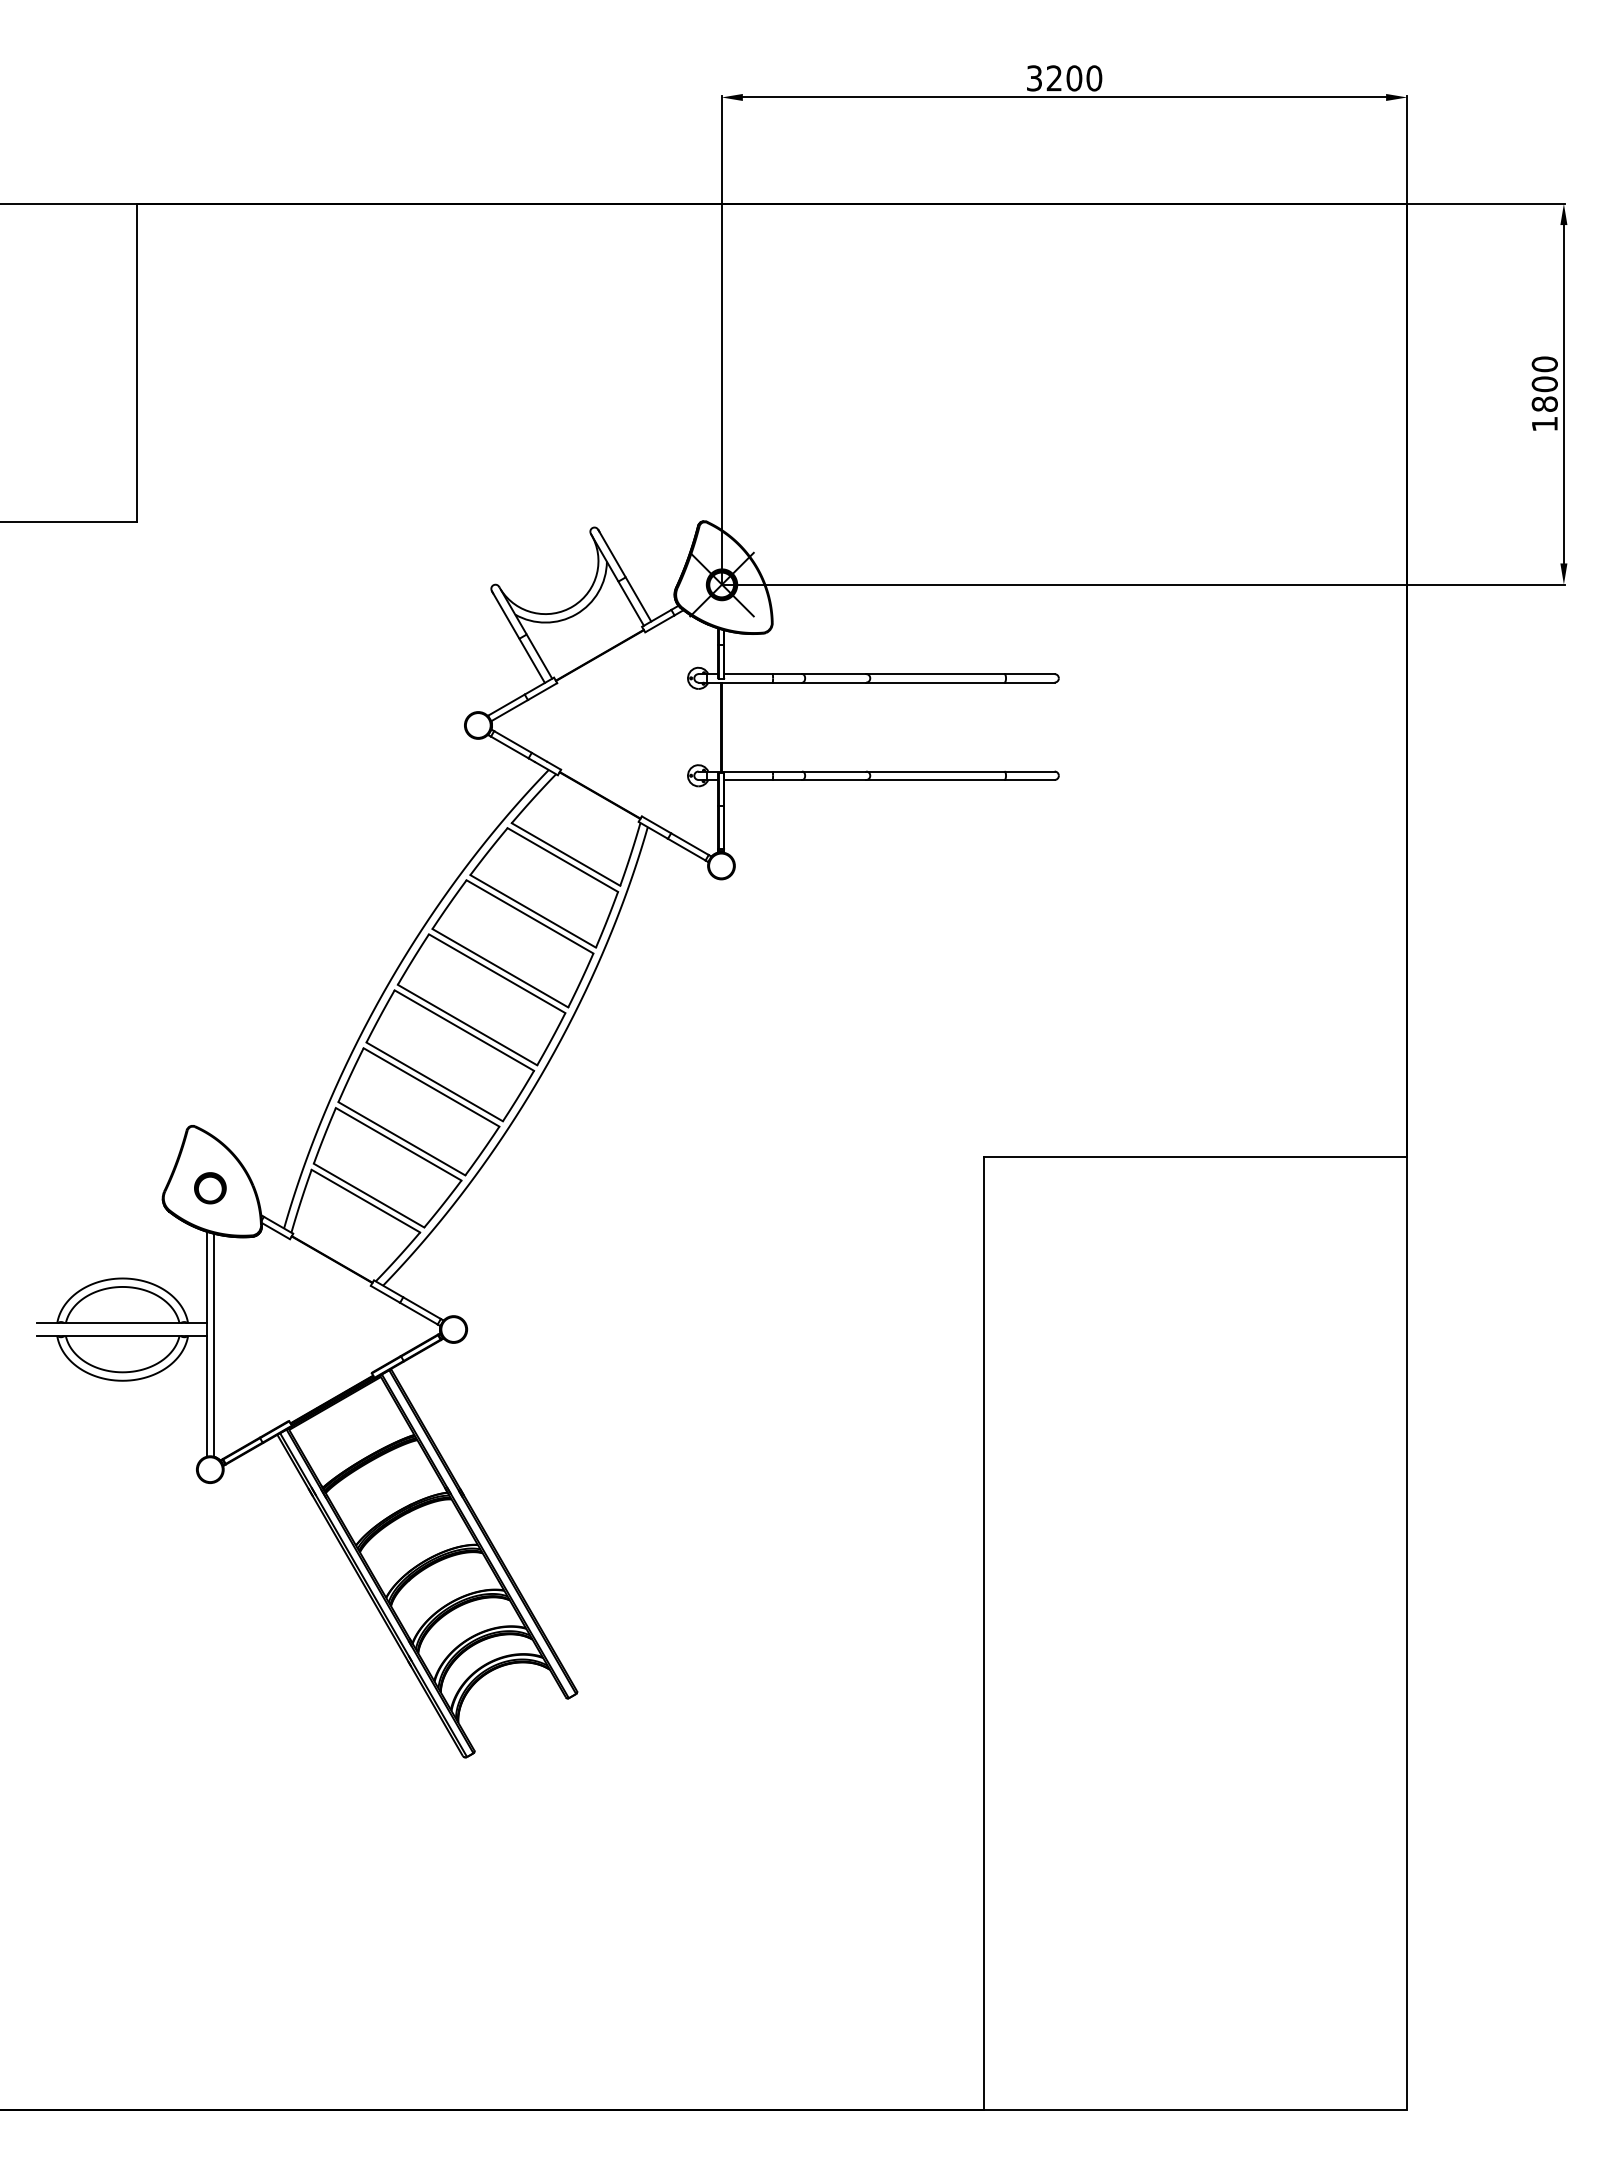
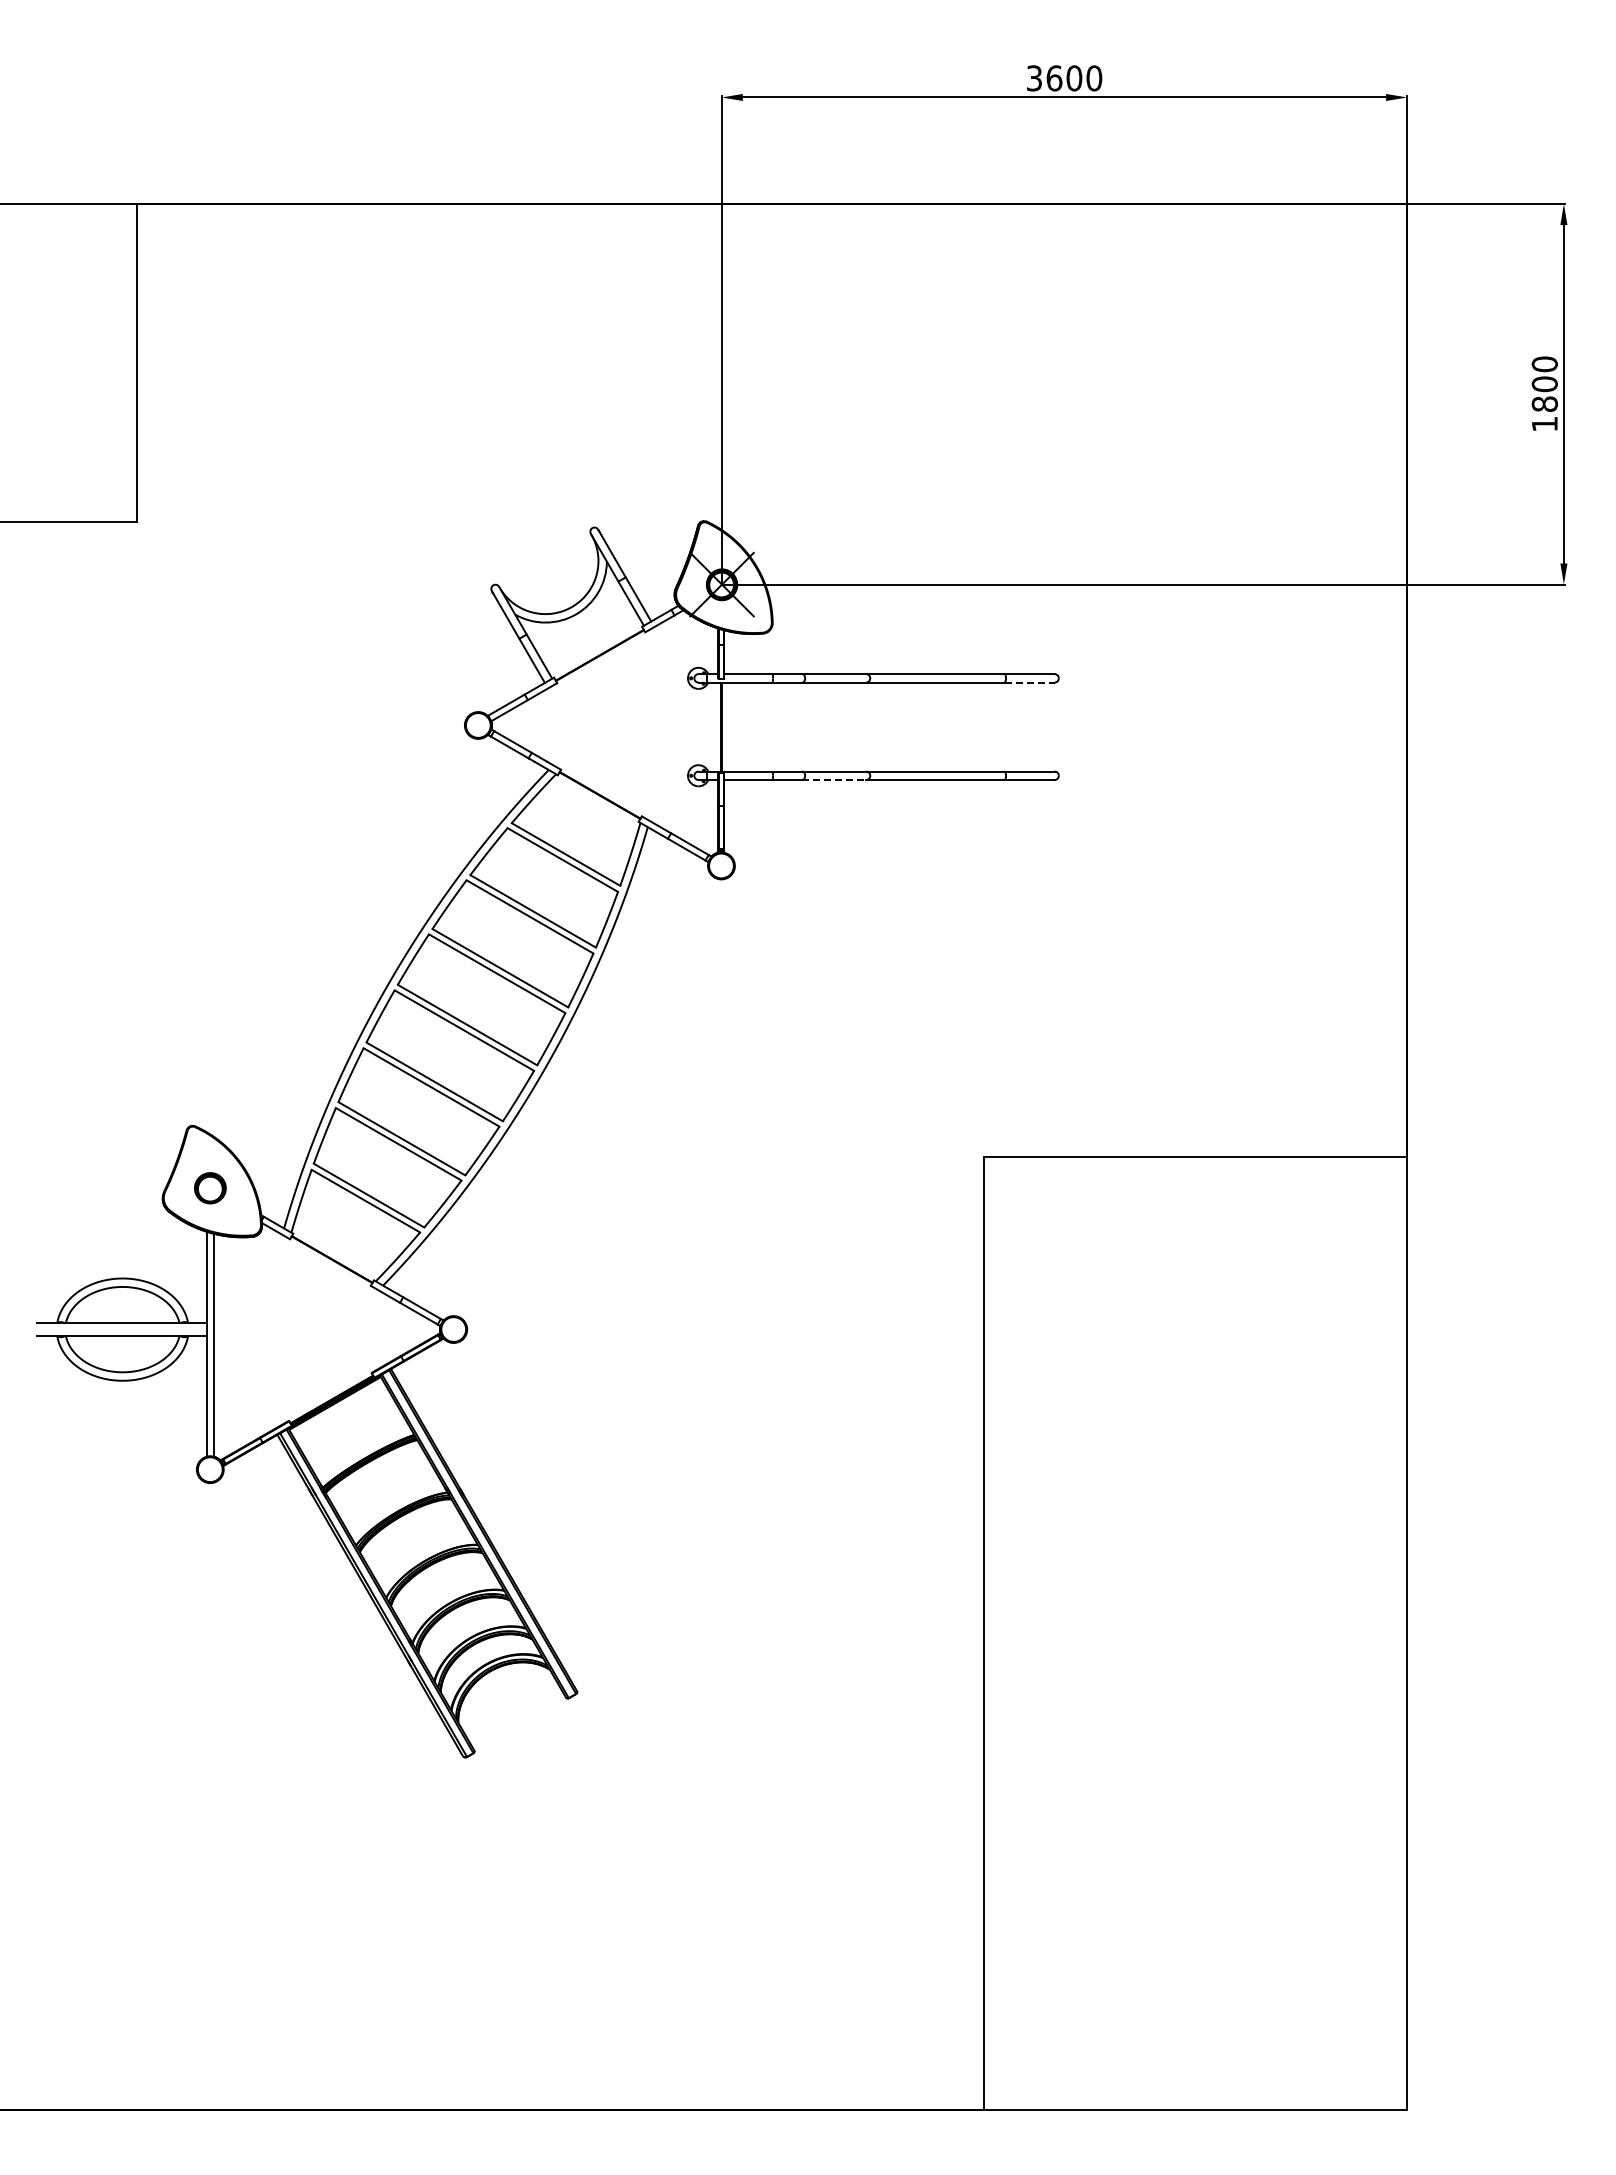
text at (1054, 78): 3200 -> 3600
line at (1030, 682): solid -> dashed
line at (834, 780): solid -> dashed
